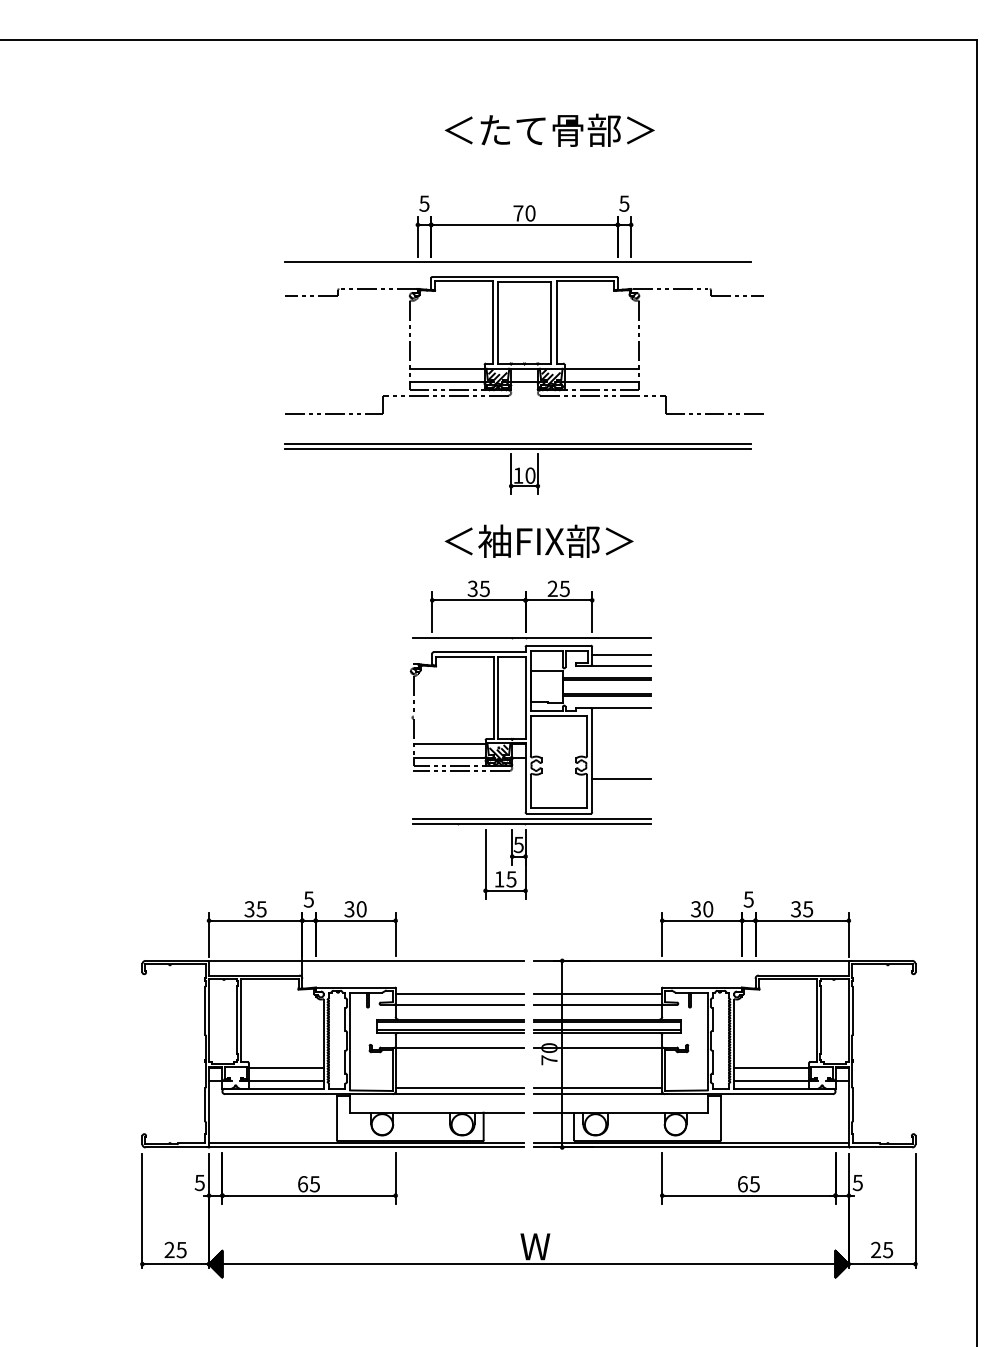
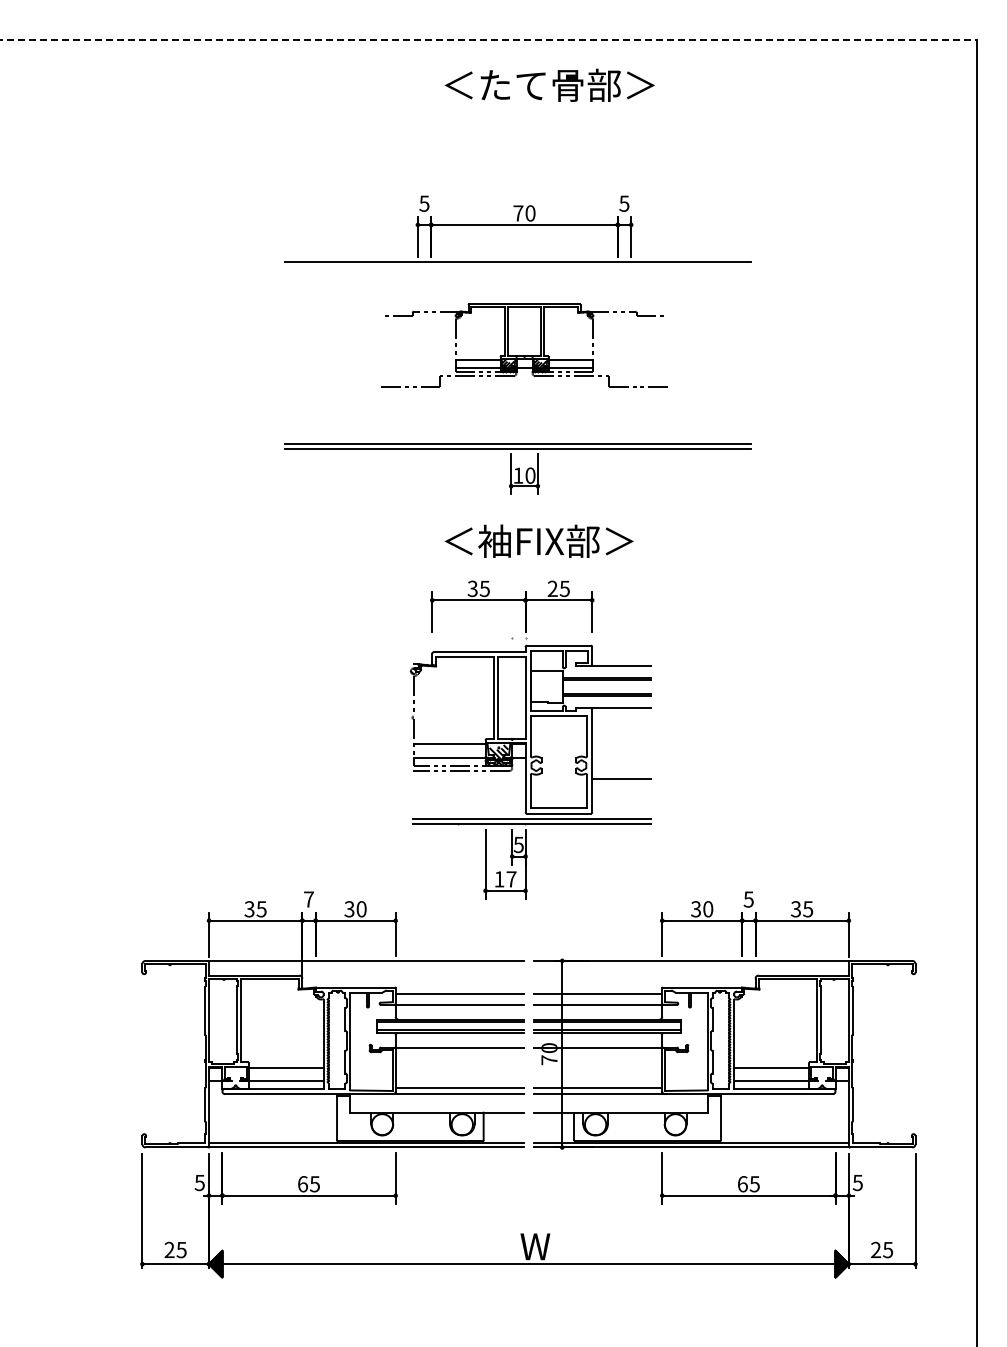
line at (488, 40): solid -> dashed
text at (549, 129) position: (549, 129) -> (549, 84)
part at (524, 345) size: 479x139 px -> 287x85 px
line at (531, 637): present -> none
line at (621, 655): present -> none
text at (511, 879): 15 -> 17
text at (308, 899): 5 -> 7
